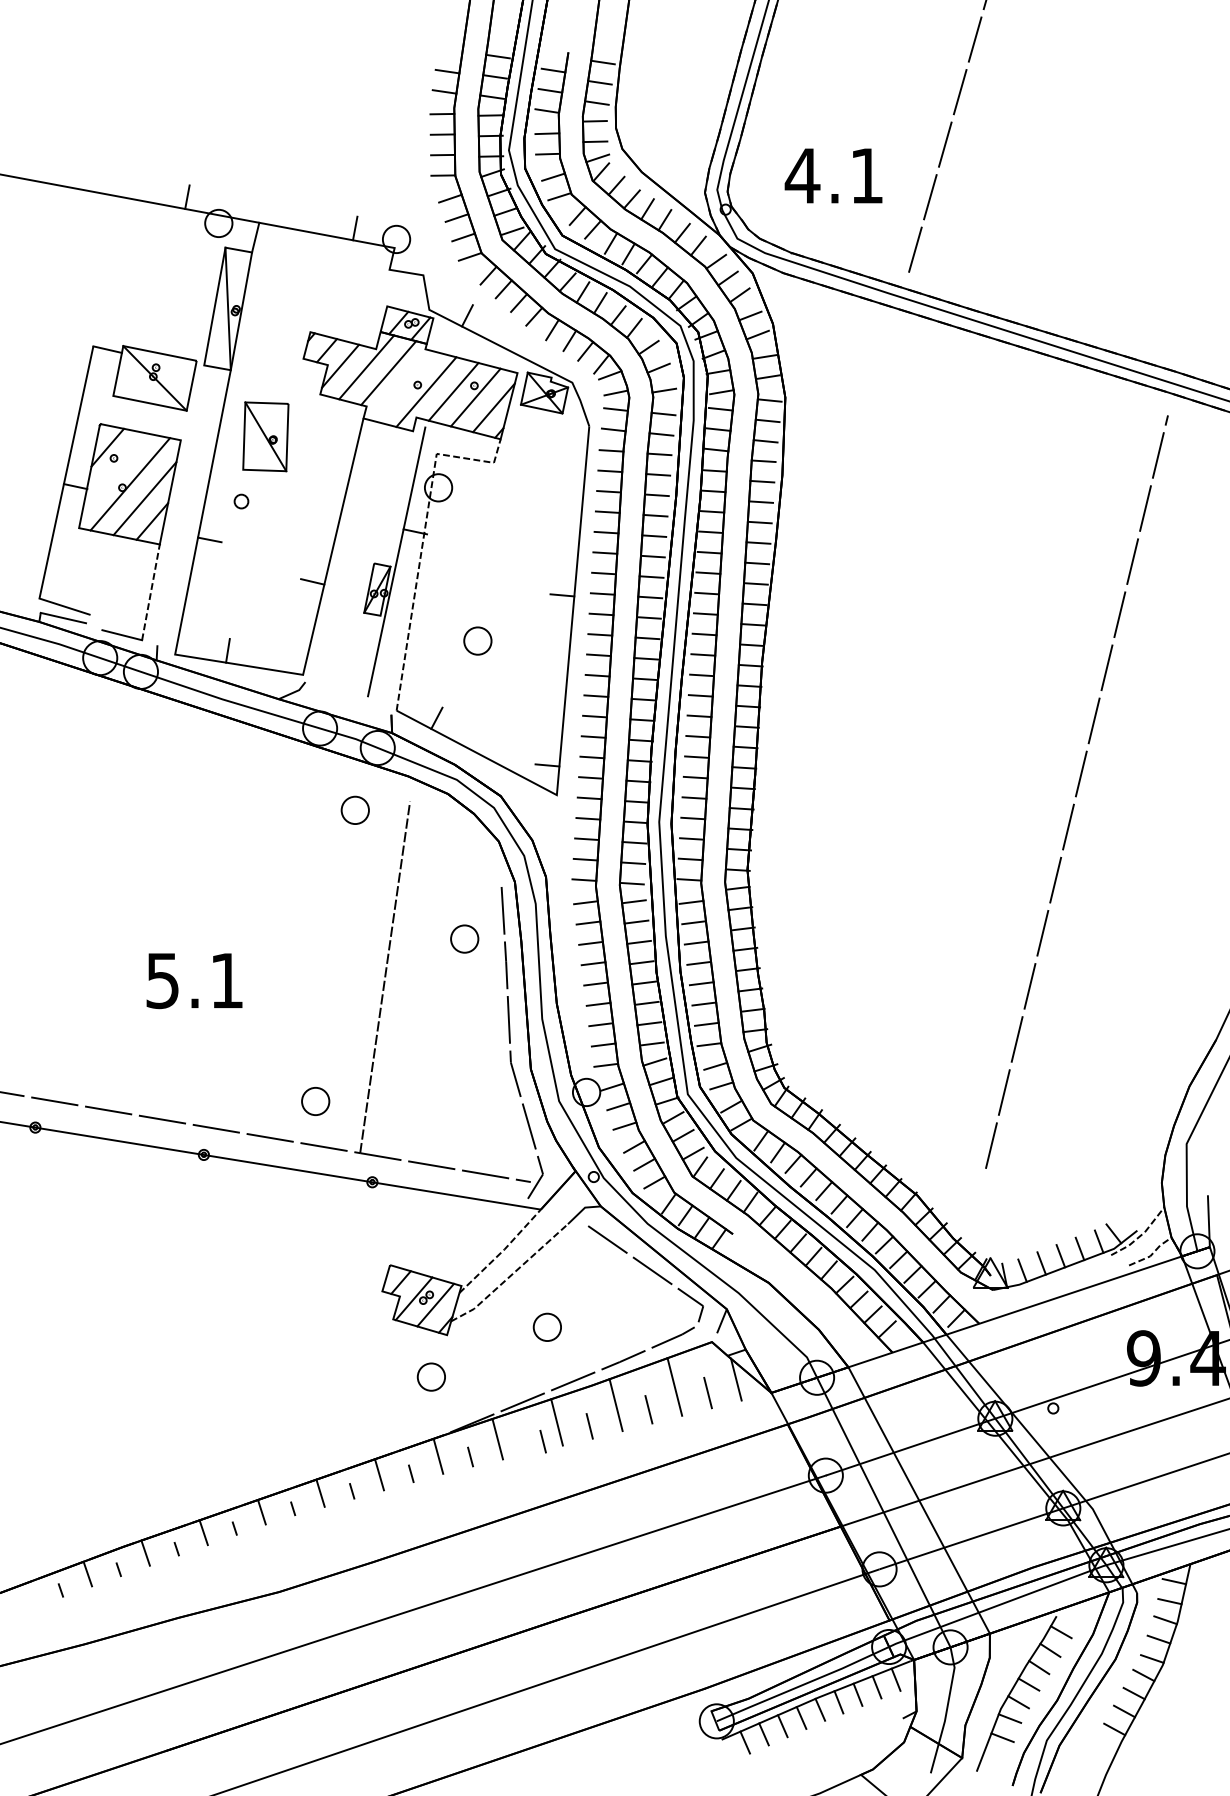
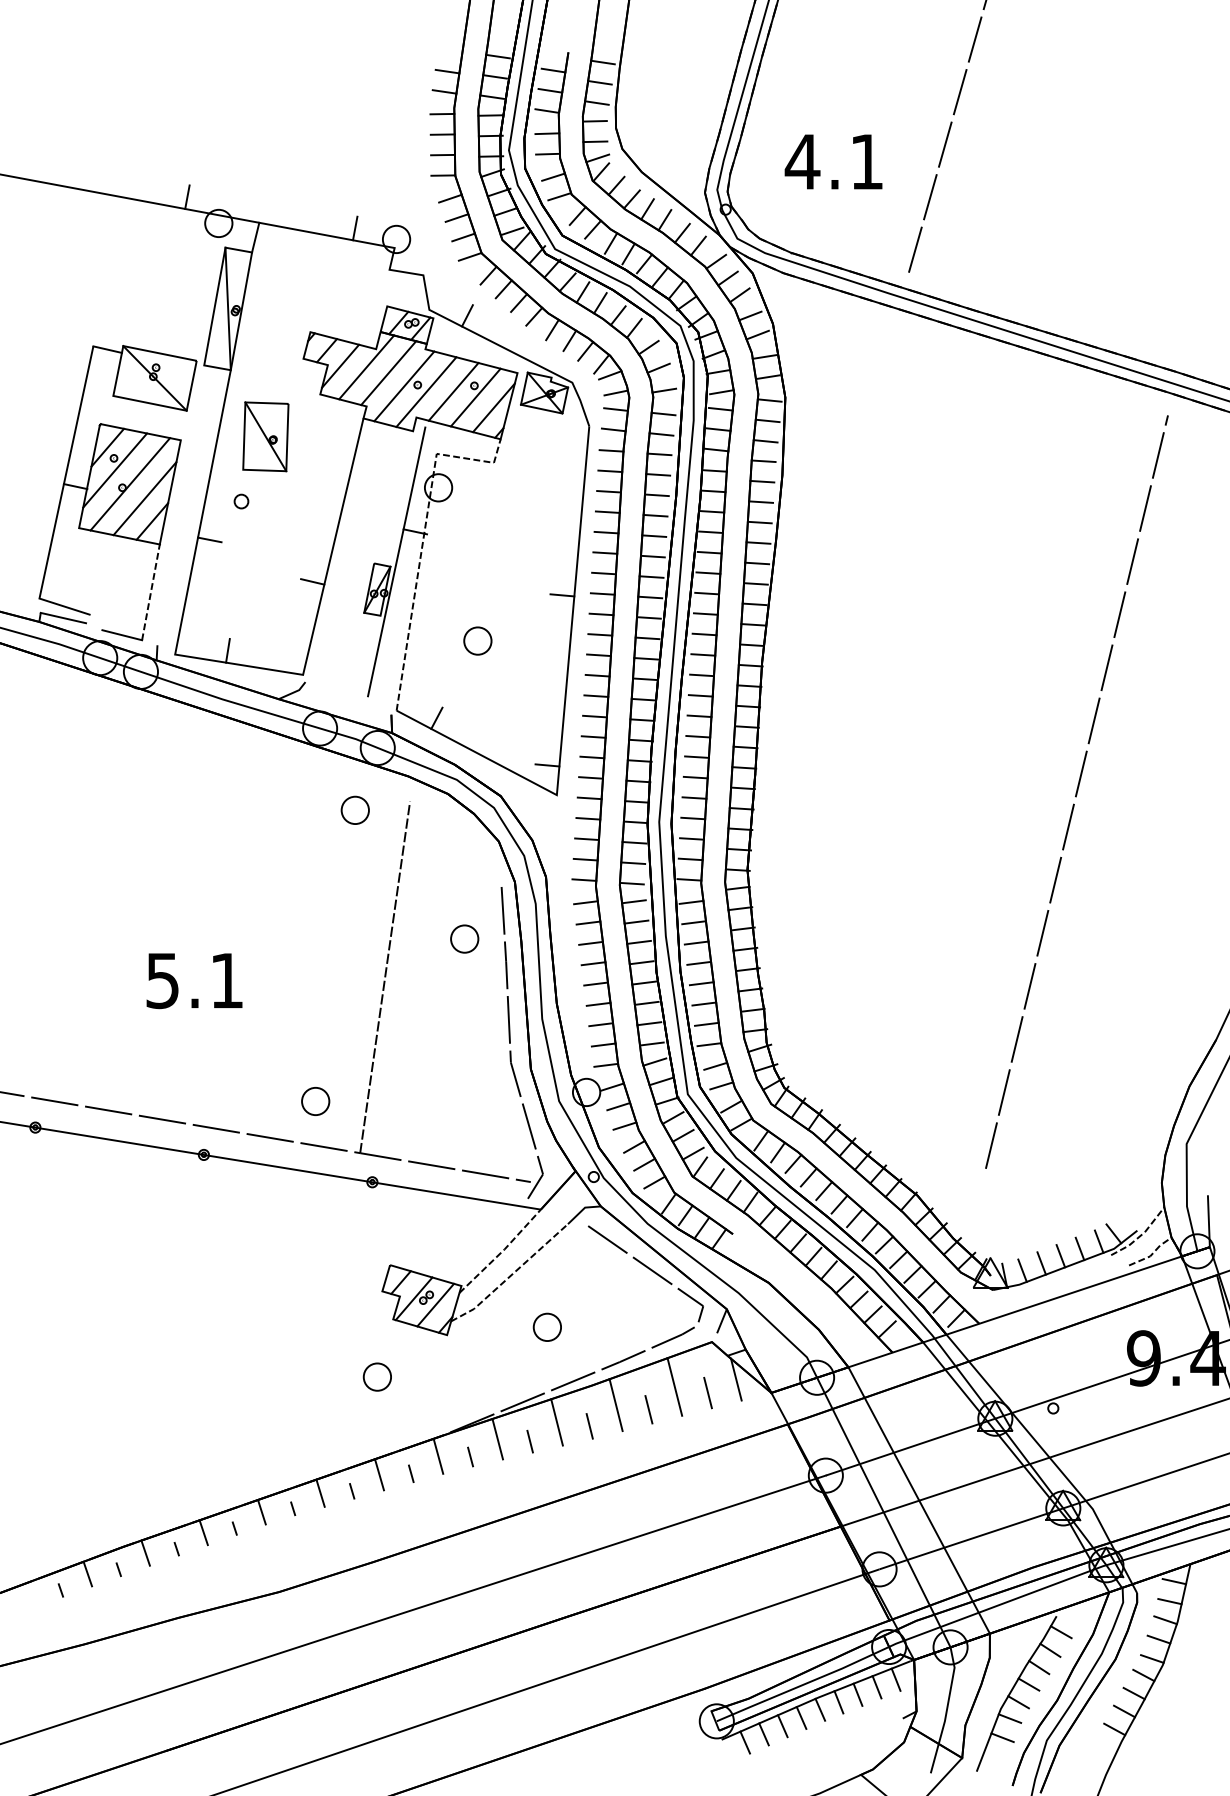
text at (833, 175) position: (833, 175) -> (833, 161)
line at (404, 386): none -> present
line at (115, 470): none -> present
part at (430, 1376) position: (430, 1376) -> (376, 1376)
line at (542, 1441) position: (542, 1441) -> (529, 1441)
